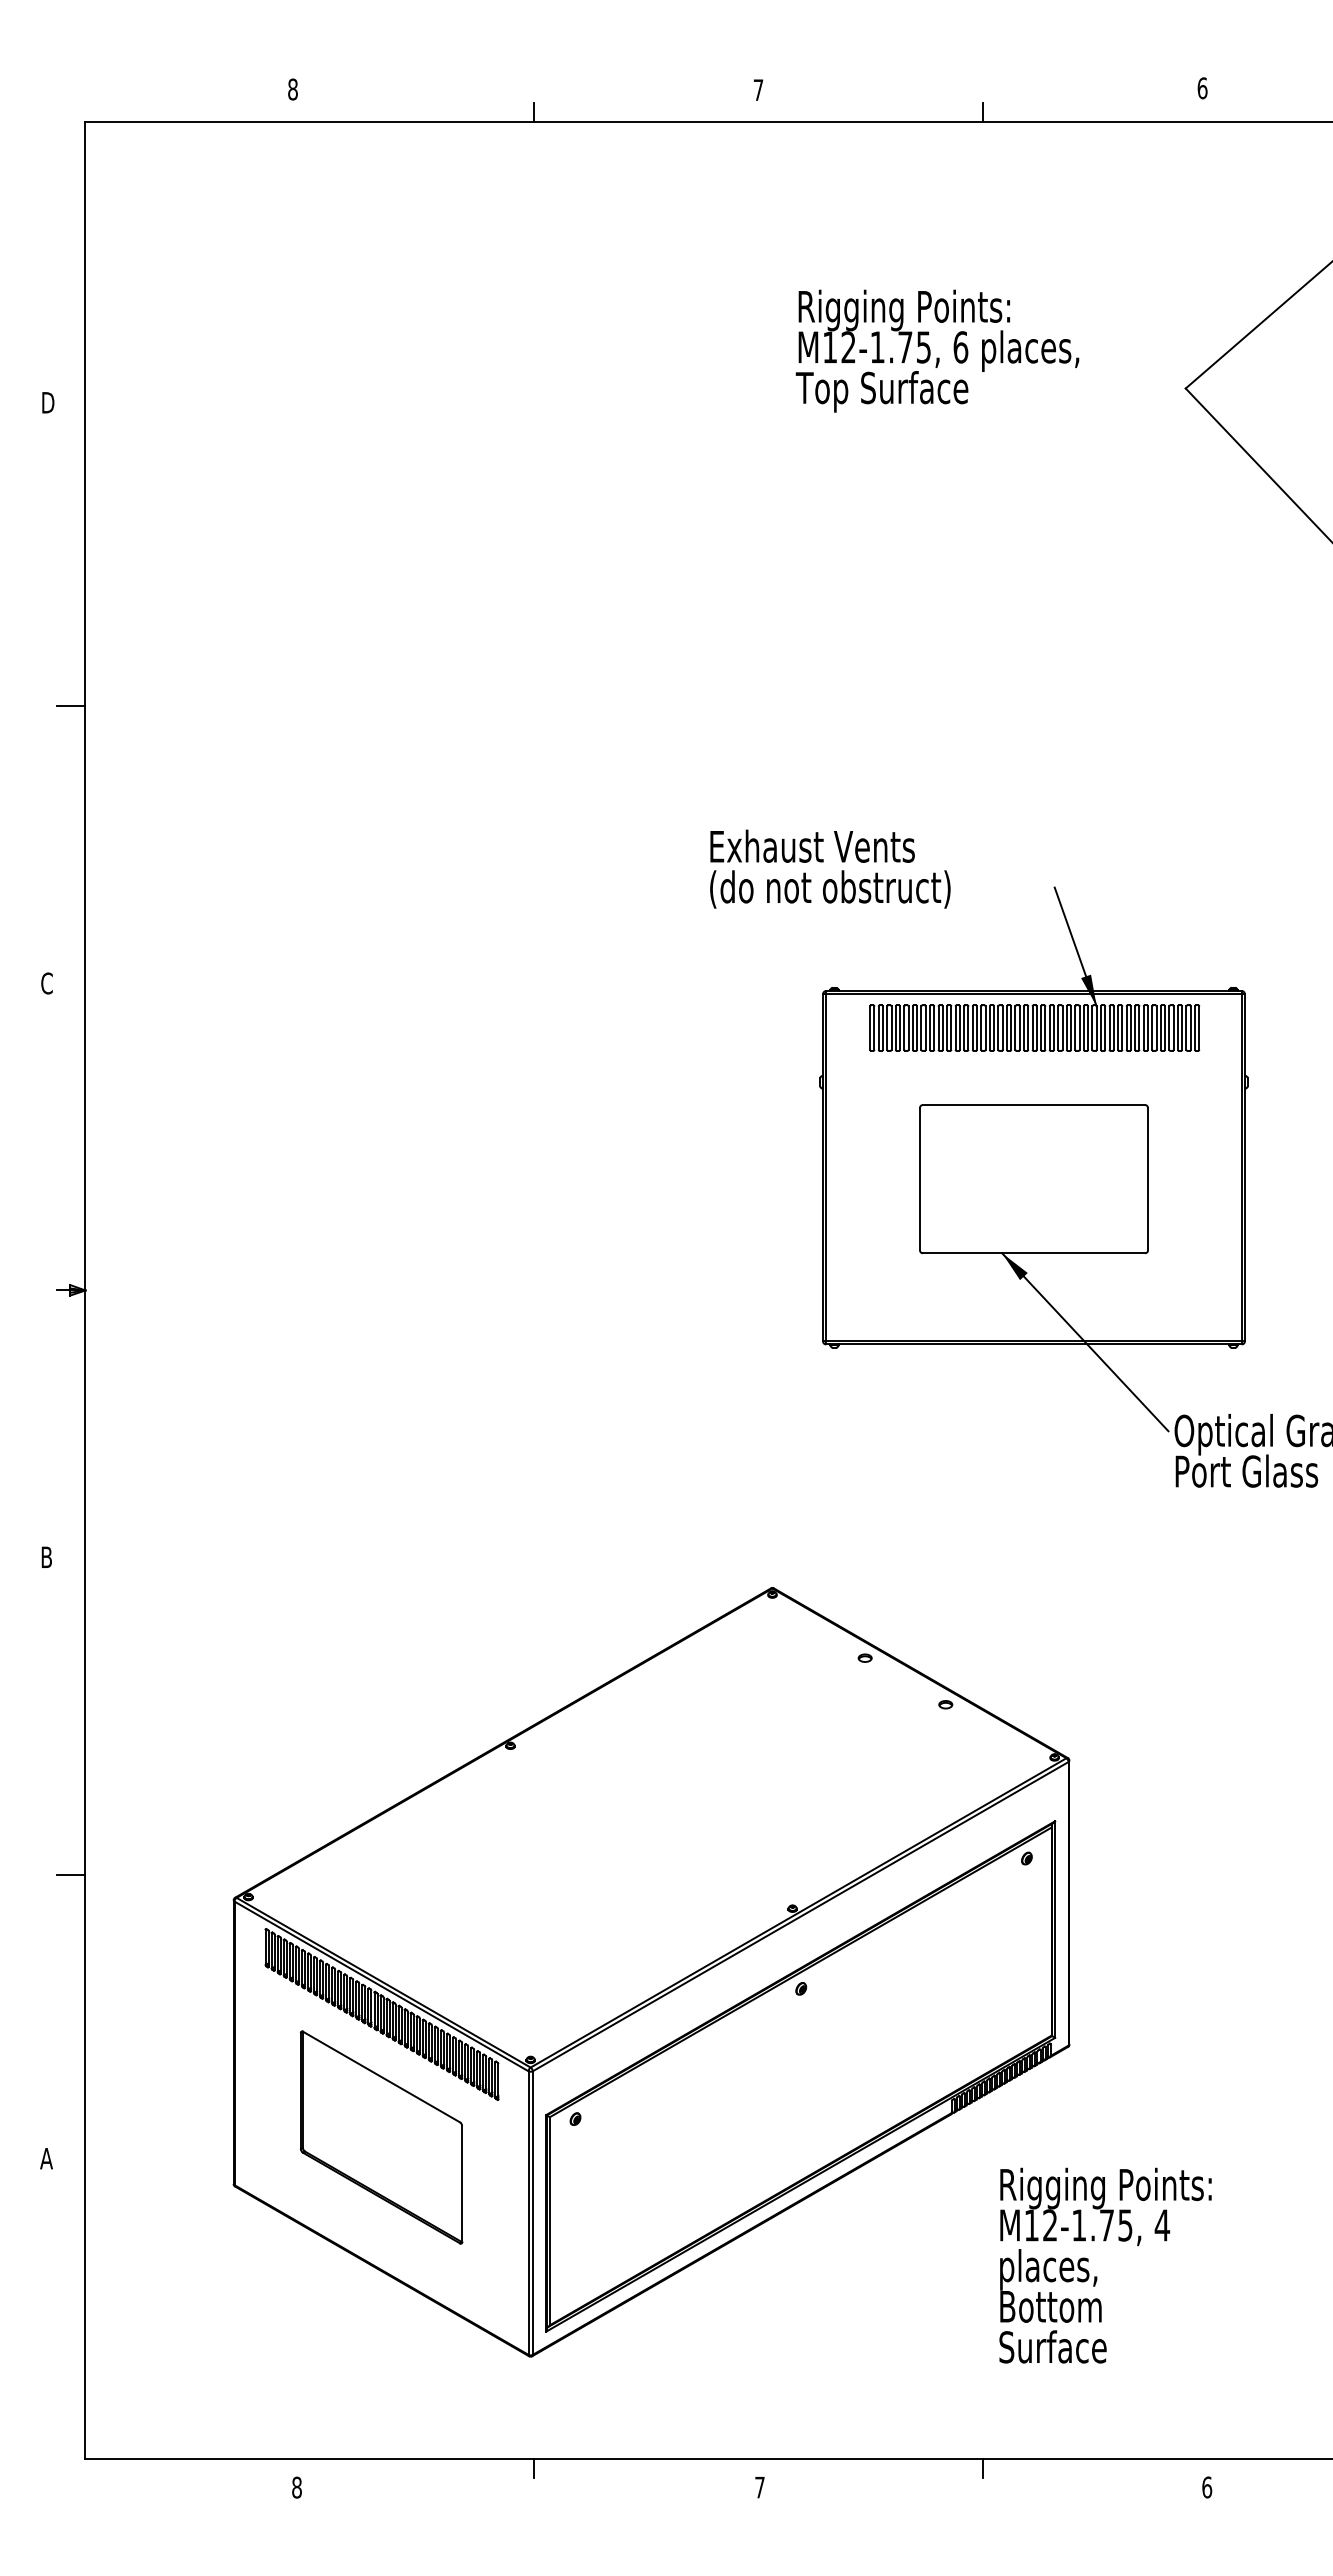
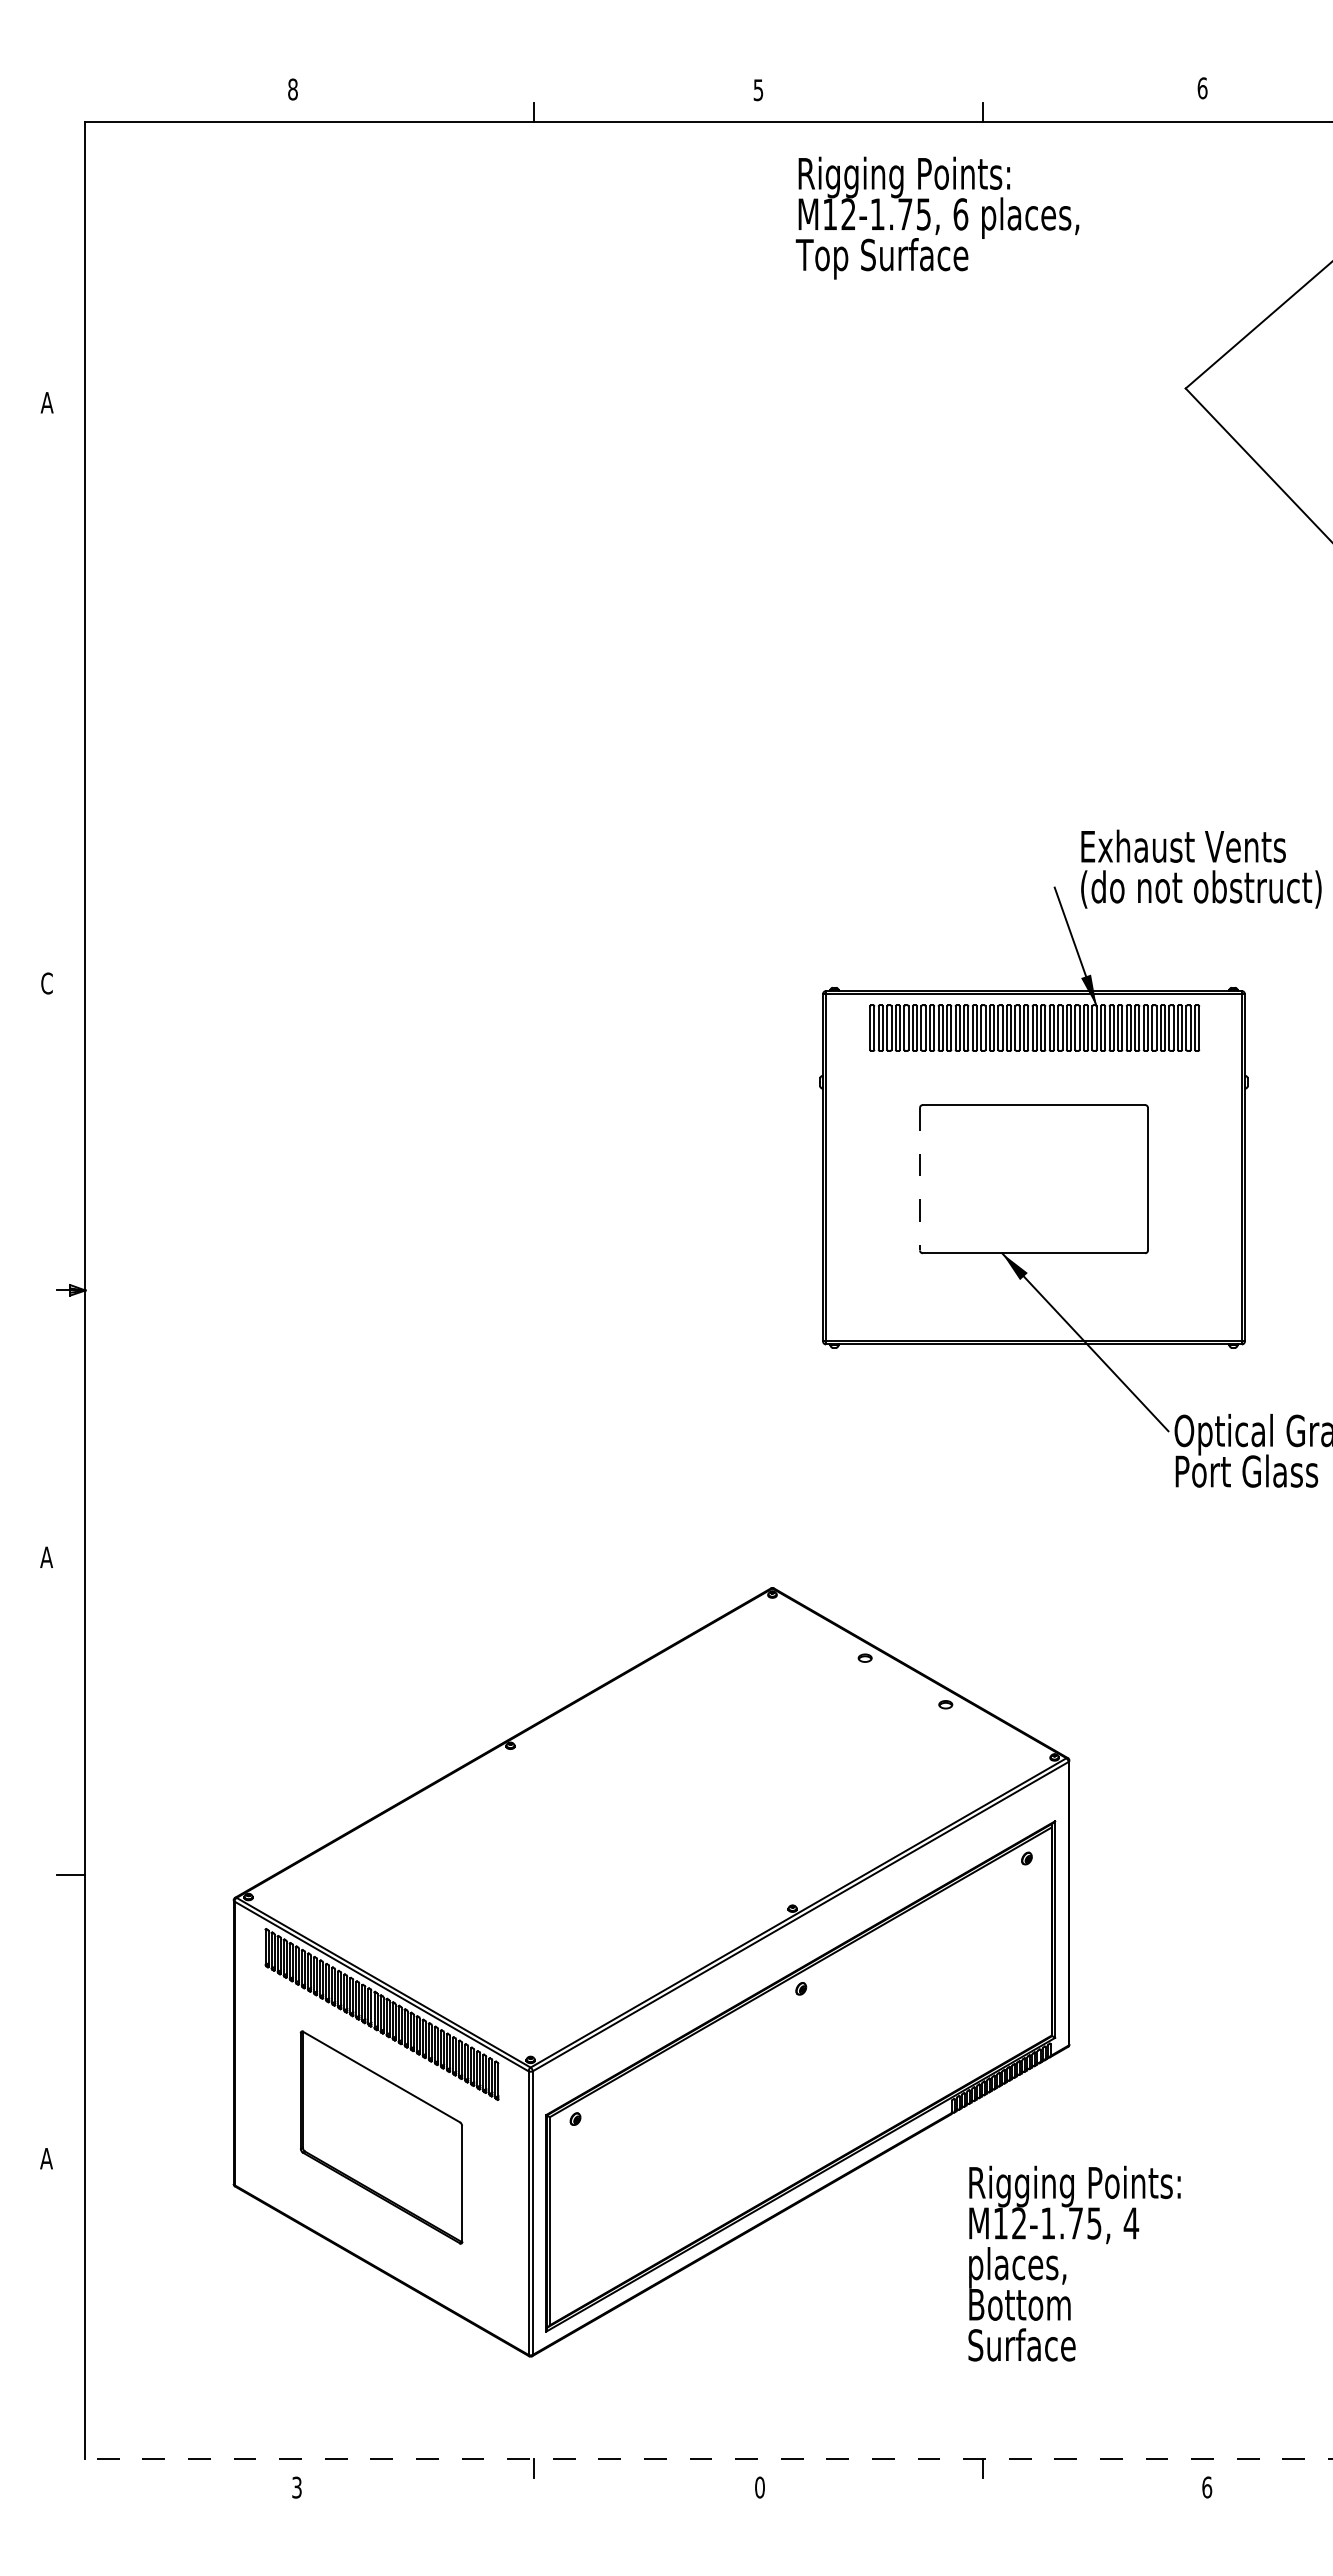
text at (758, 90): 7 -> 5
text at (937, 350) position: (937, 350) -> (937, 217)
text at (47, 402): D -> A
line at (70, 706): present -> none
text at (830, 868) position: (830, 868) -> (1201, 868)
line at (920, 1179): solid -> dashed
text at (46, 1556): B -> A
text at (1105, 2265) position: (1105, 2265) -> (1074, 2263)
line at (708, 2458): solid -> dashed
text at (296, 2487): 8 -> 3
text at (759, 2487): 7 -> 0
